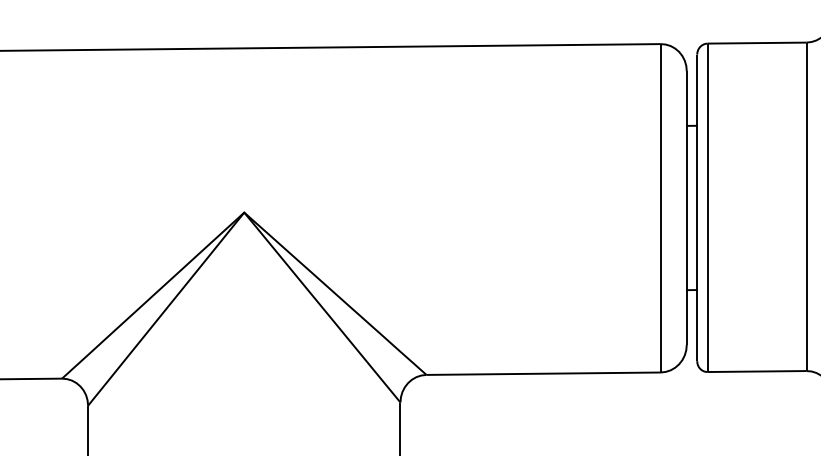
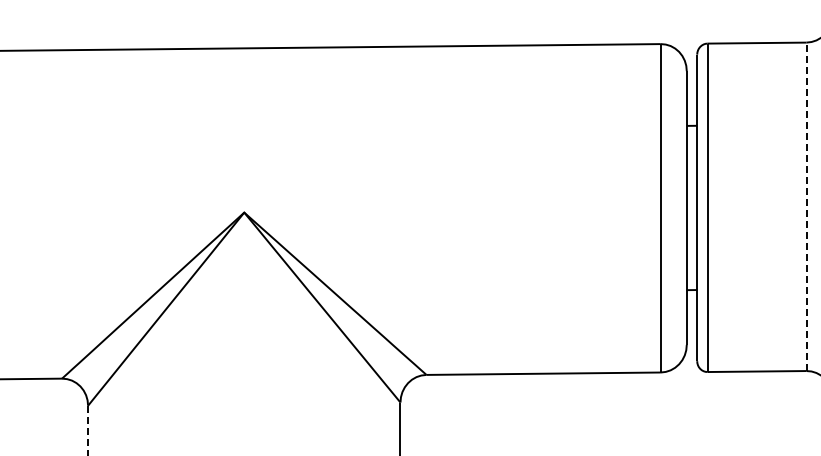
line at (806, 206): solid -> dashed
line at (88, 430): solid -> dashed
